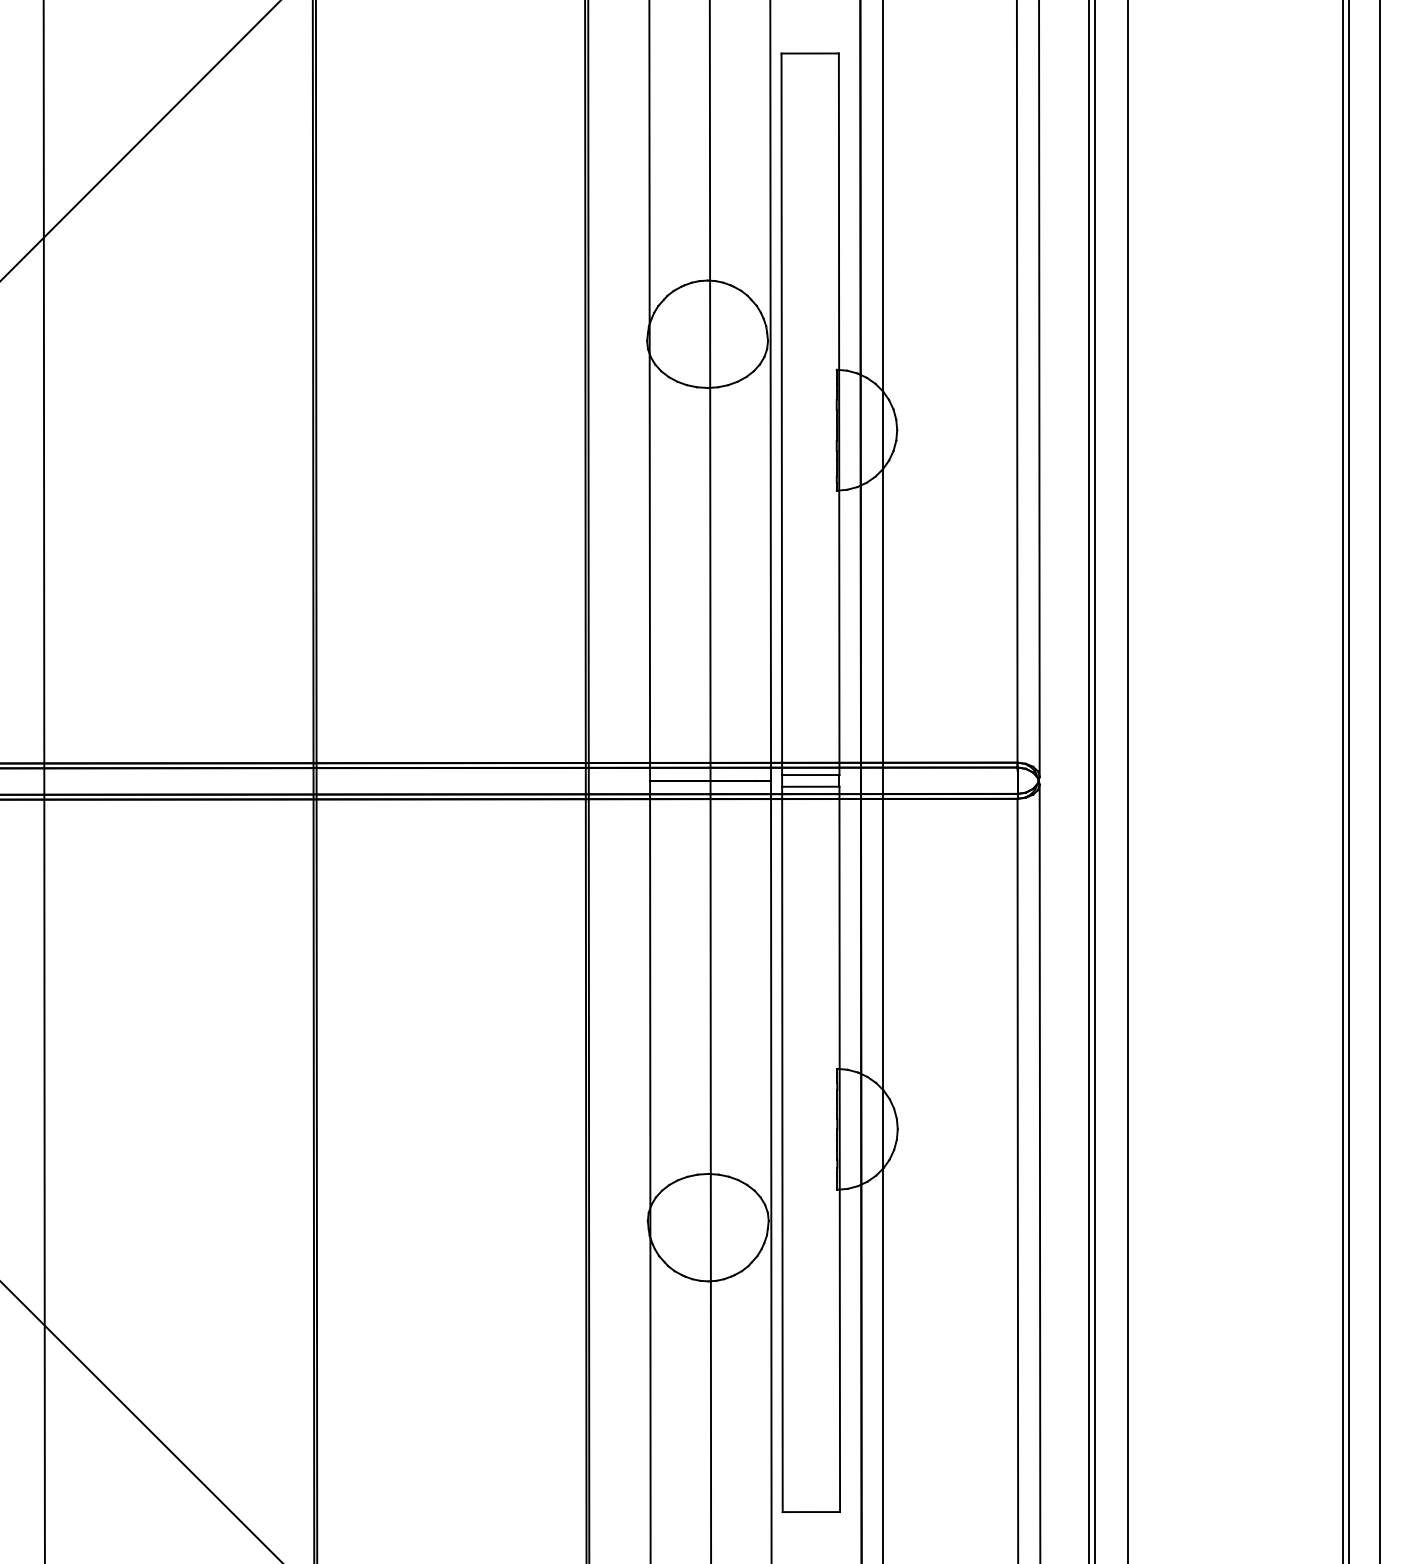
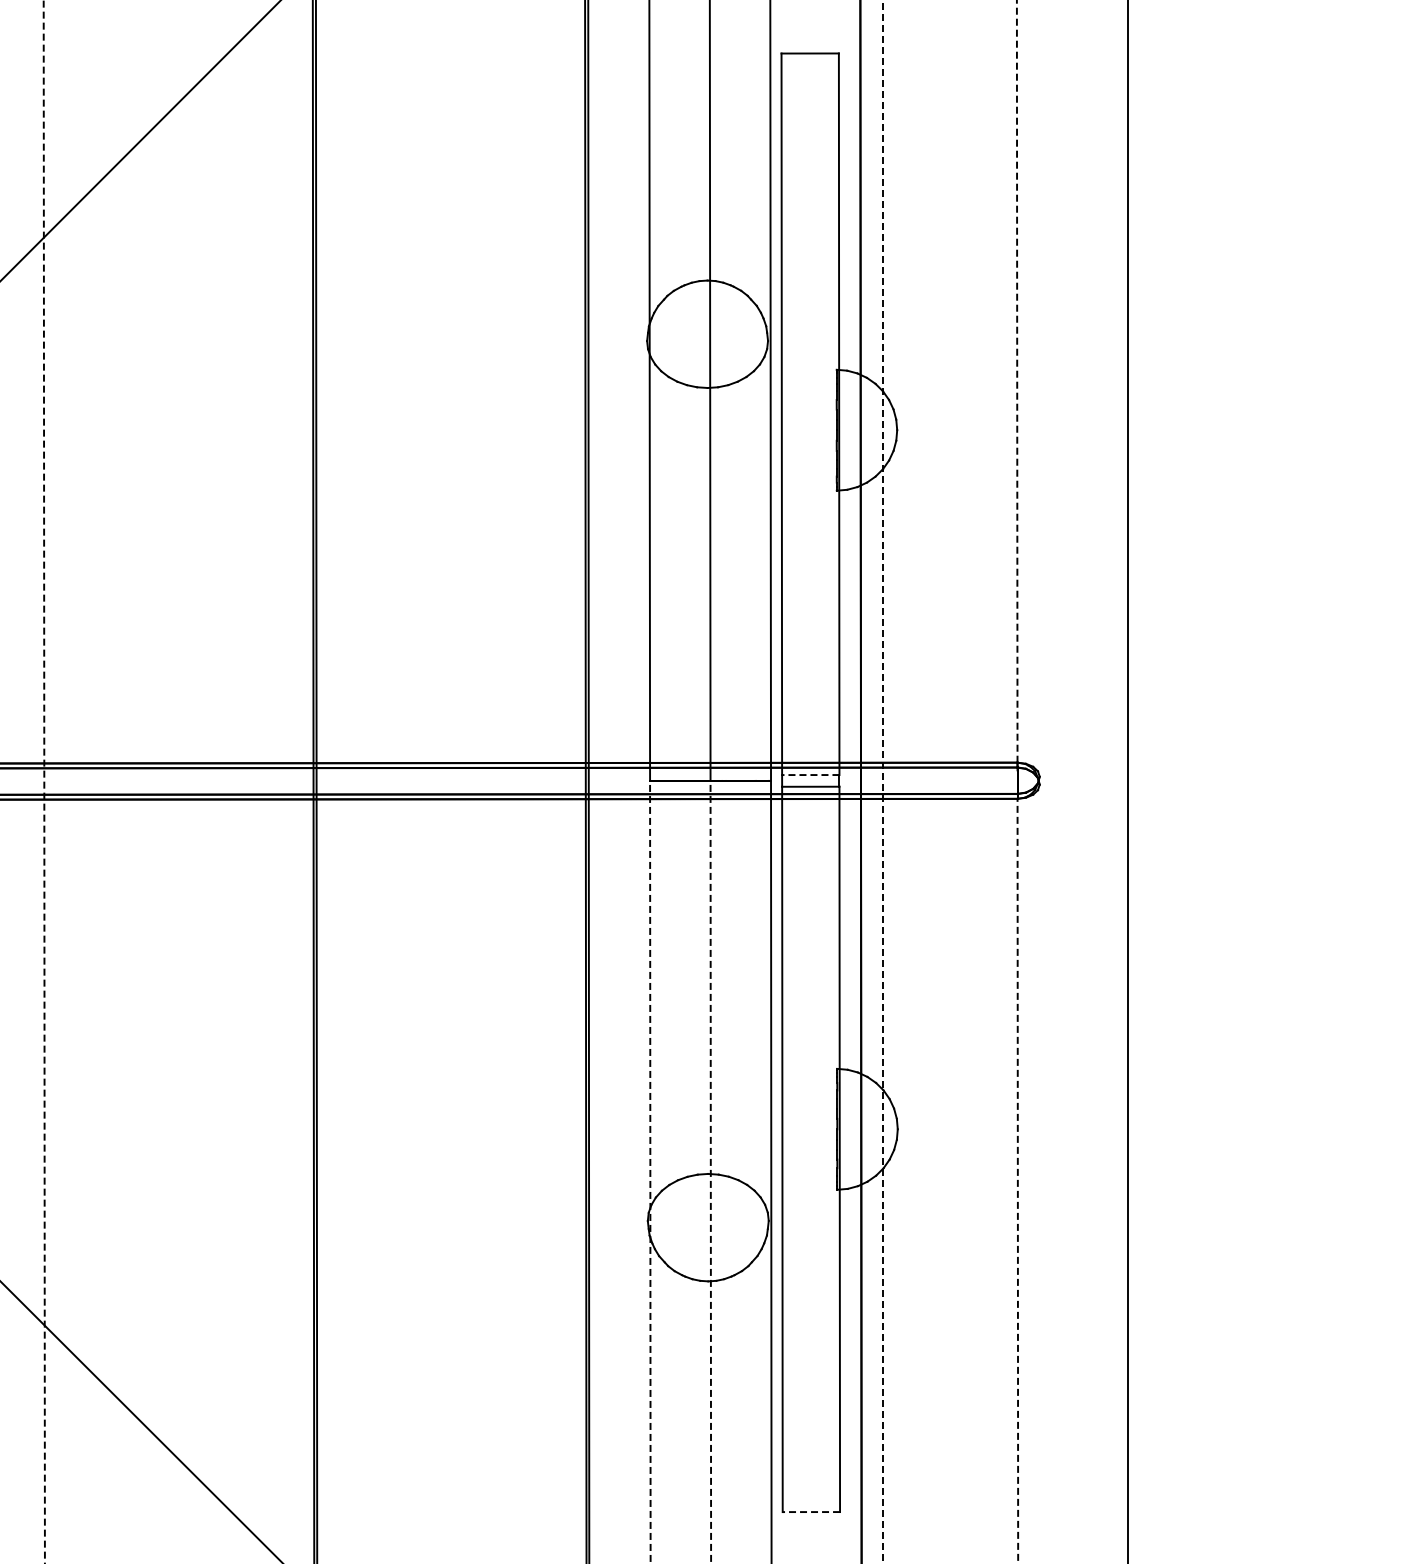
line at (1017, 380): solid -> dashed
line at (1039, 389): present -> none
line at (810, 775): solid -> dashed
line at (44, 781): solid -> dashed
line at (1088, 781): present -> none
line at (1094, 781): present -> none
line at (1342, 781): present -> none
line at (1348, 781): present -> none
line at (1380, 781): present -> none
line at (882, 782): solid -> dashed
line at (710, 1171): solid -> dashed
line at (650, 1172): solid -> dashed
line at (1039, 1172): present -> none
line at (1017, 1180): solid -> dashed
line at (811, 1512): solid -> dashed
